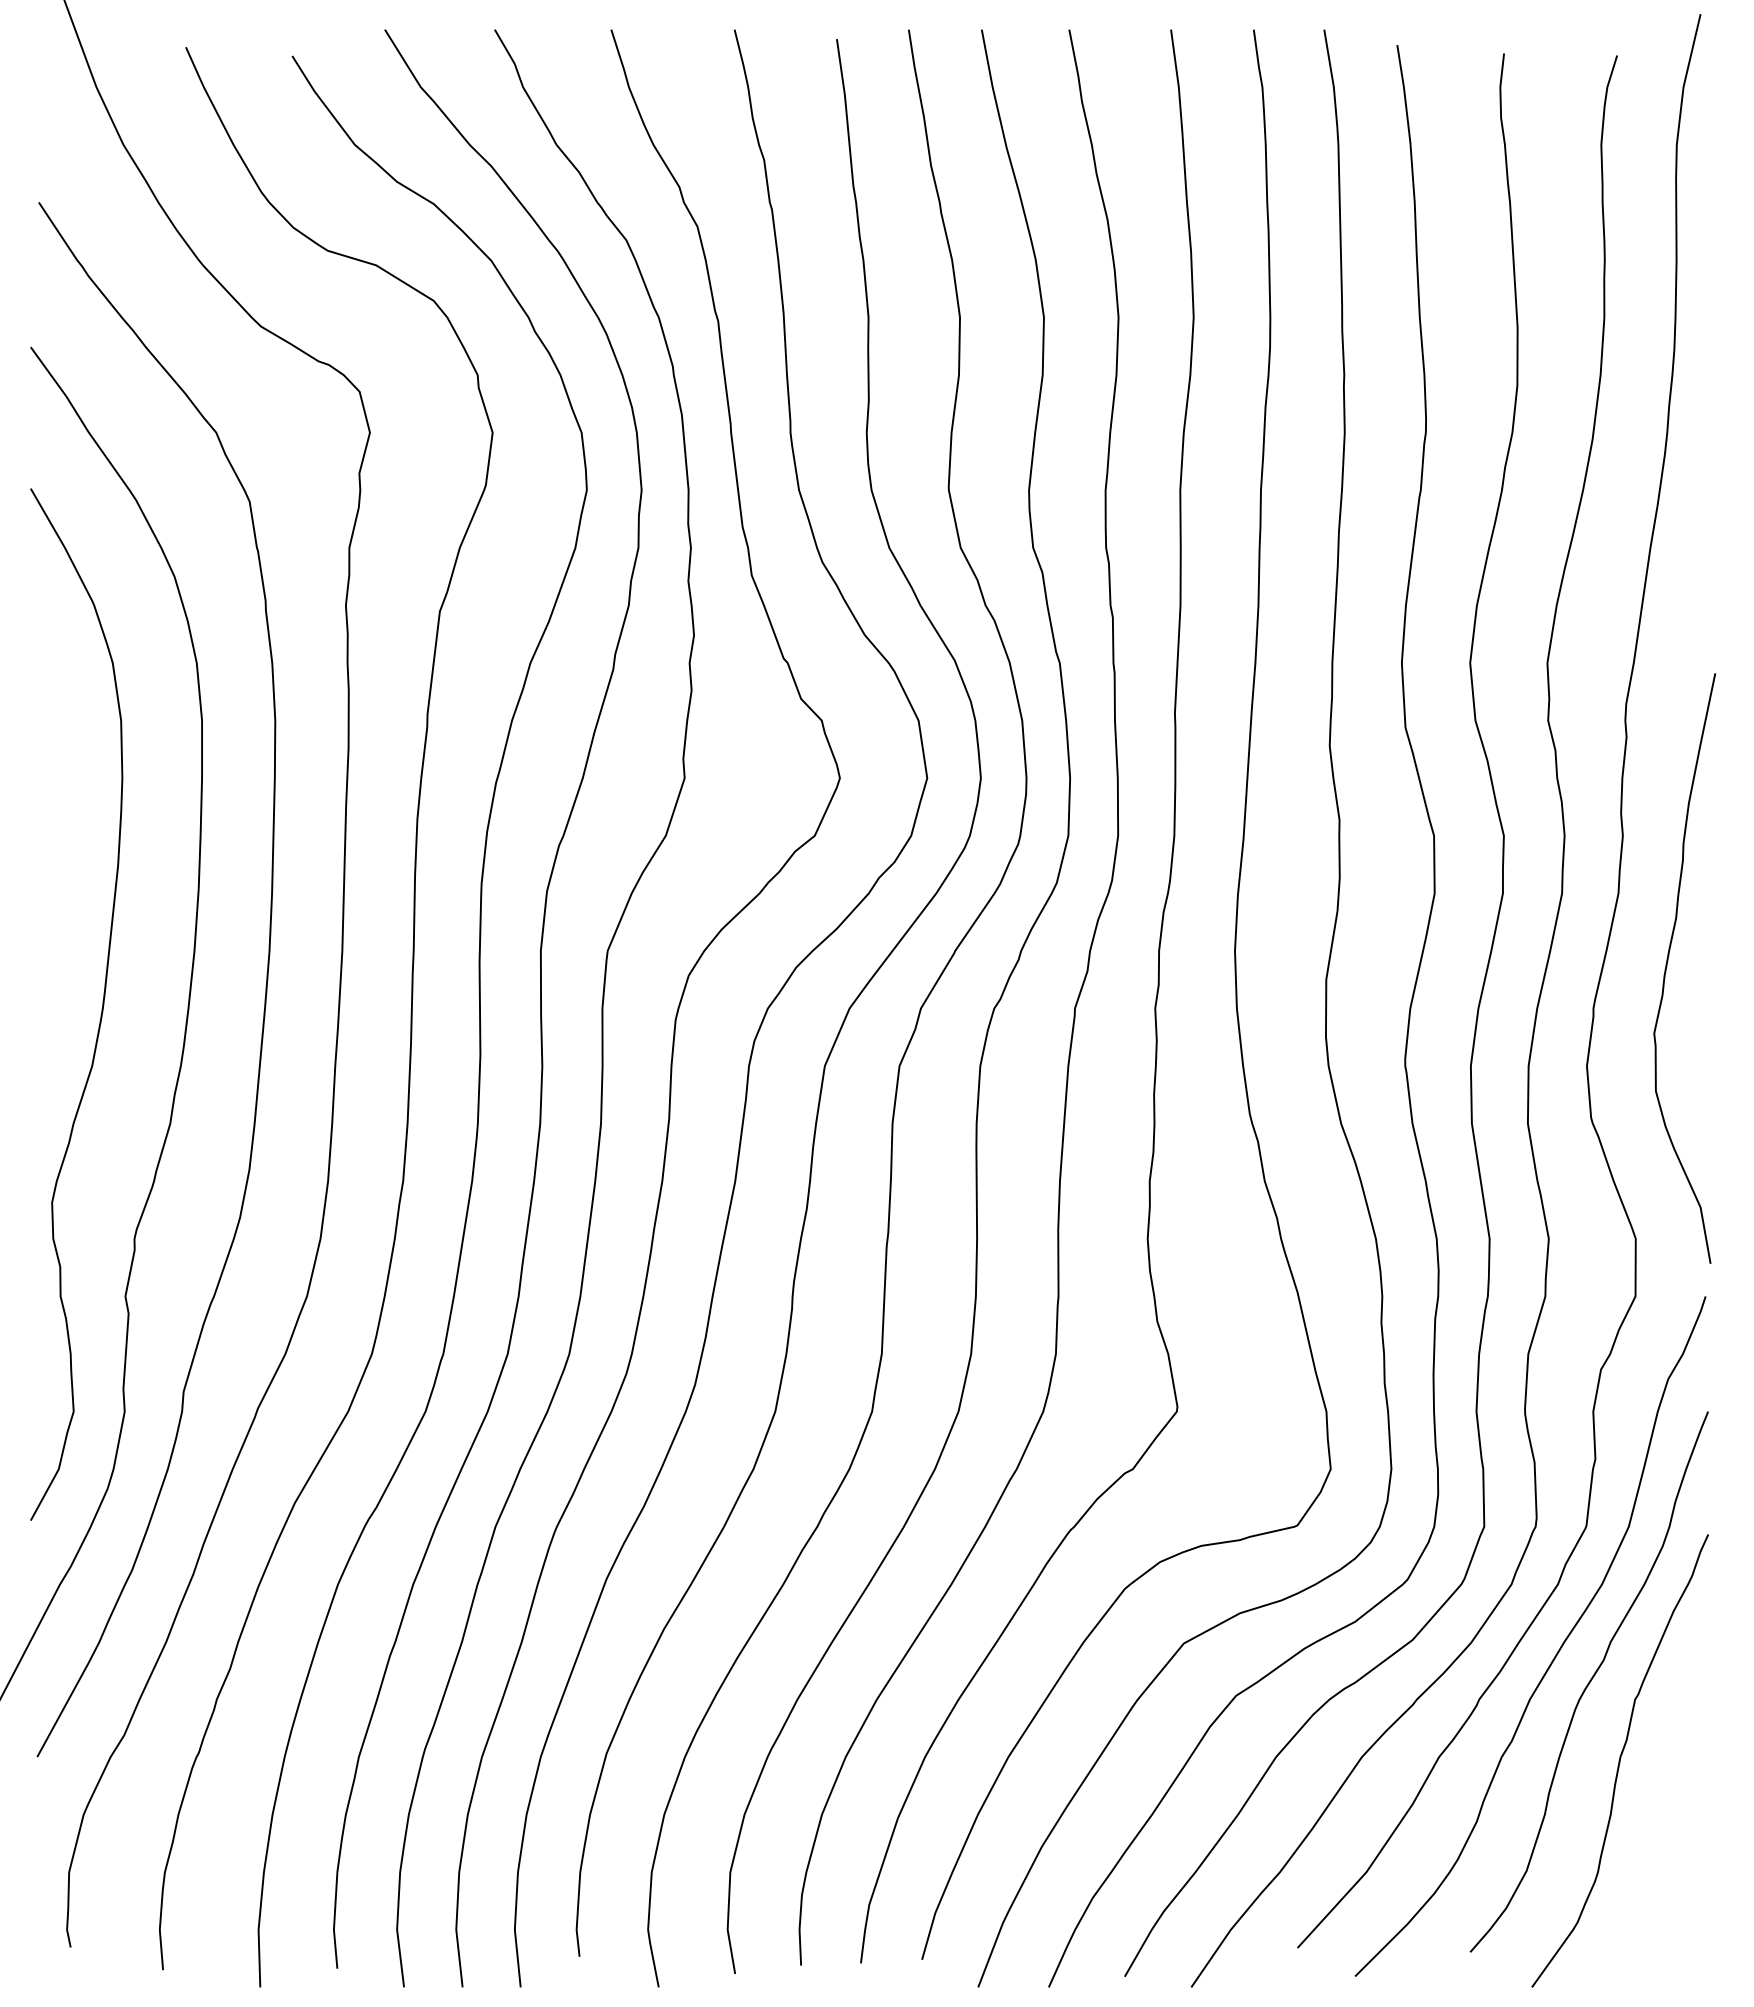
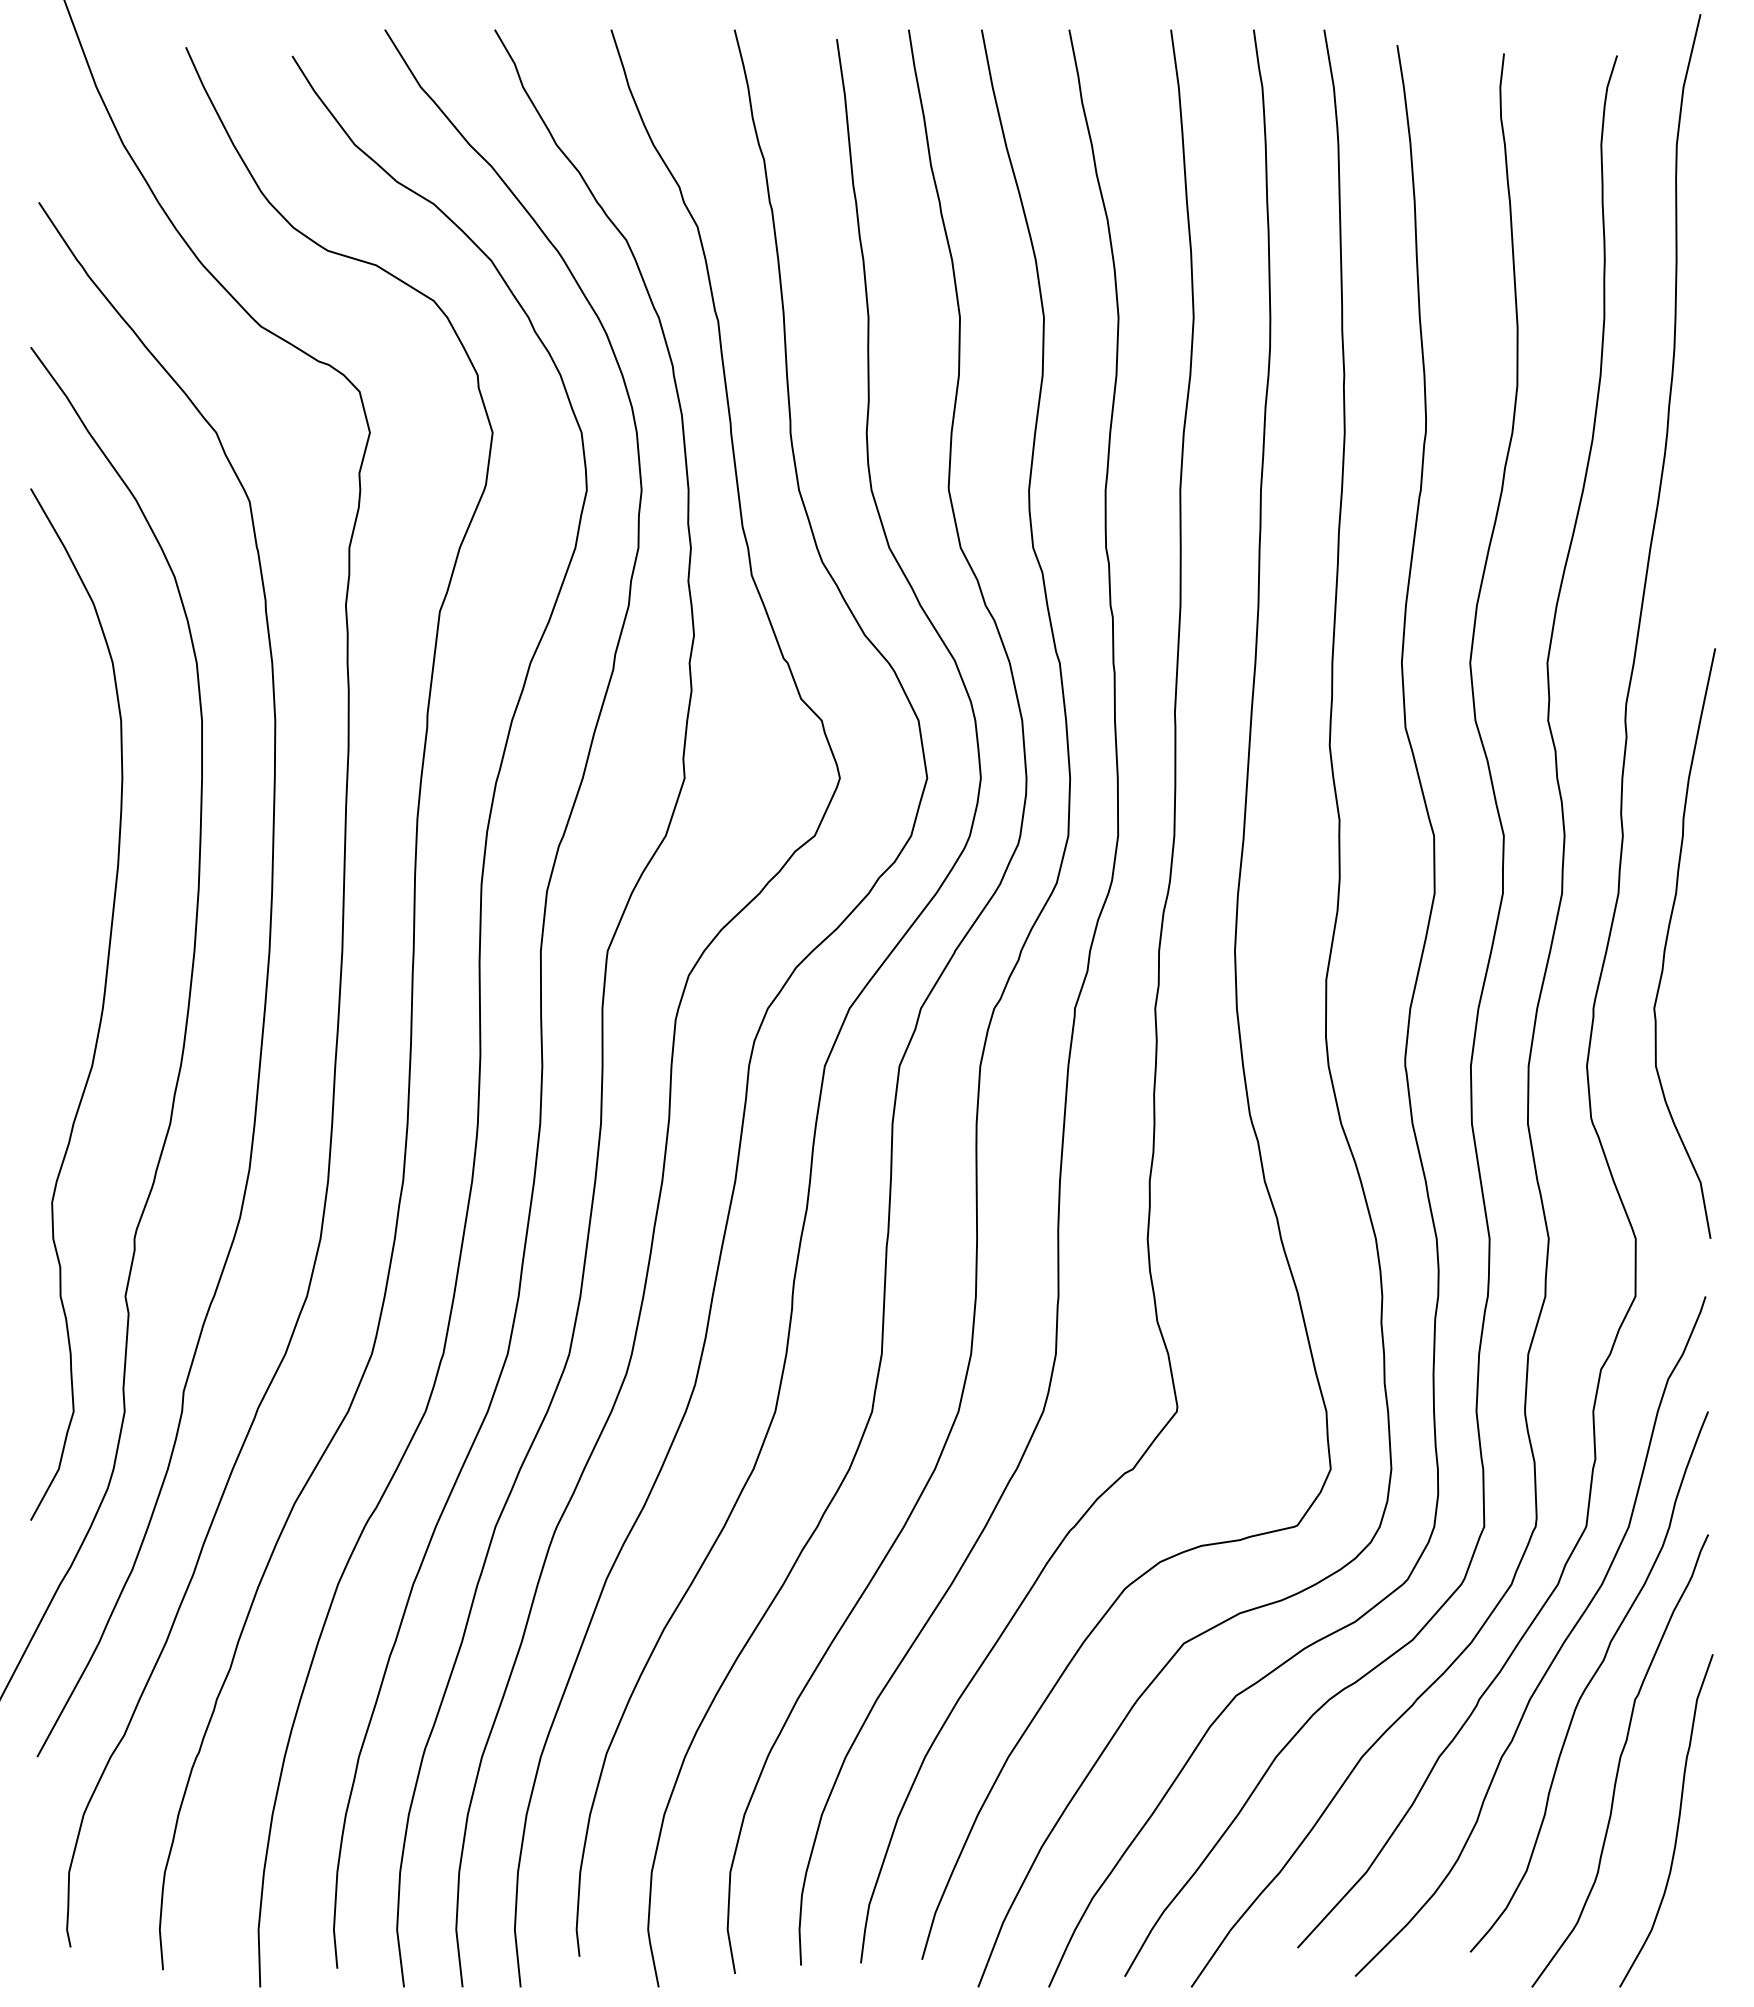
curve at (1667, 966) position: (1667, 966) -> (1667, 941)
curve at (1677, 1821): none -> present
